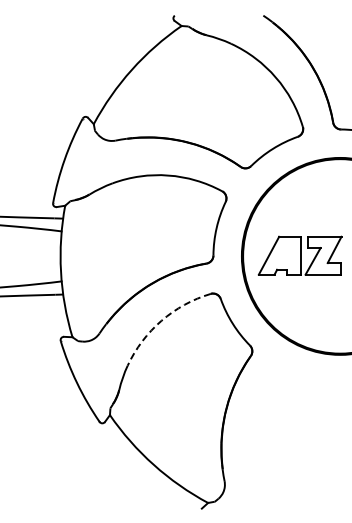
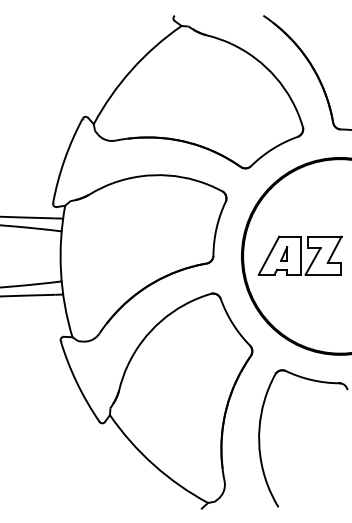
part at (284, 253): none -> present
arc at (161, 320): dashed -> solid
part at (260, 438): none -> present
